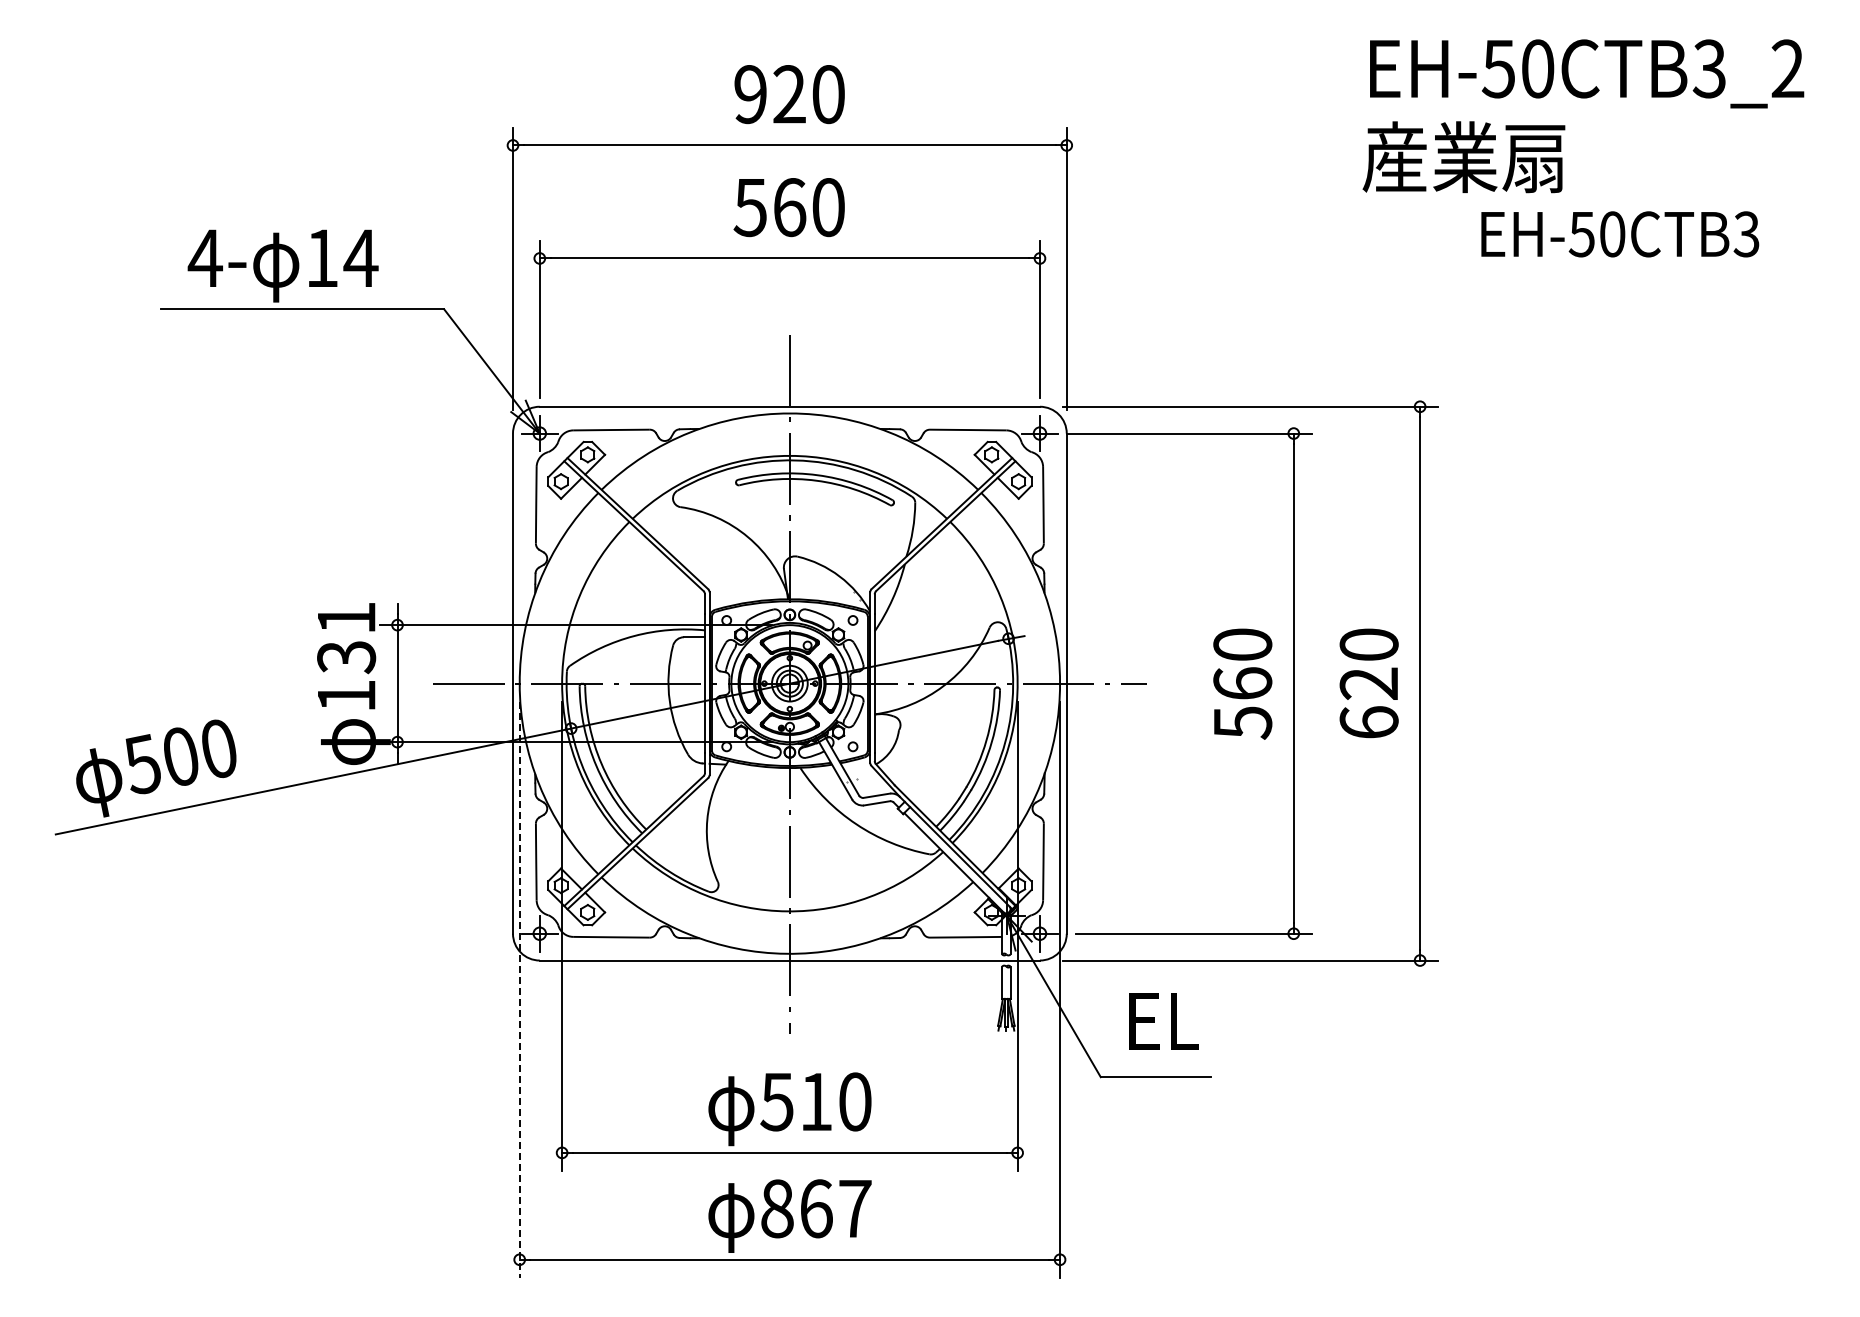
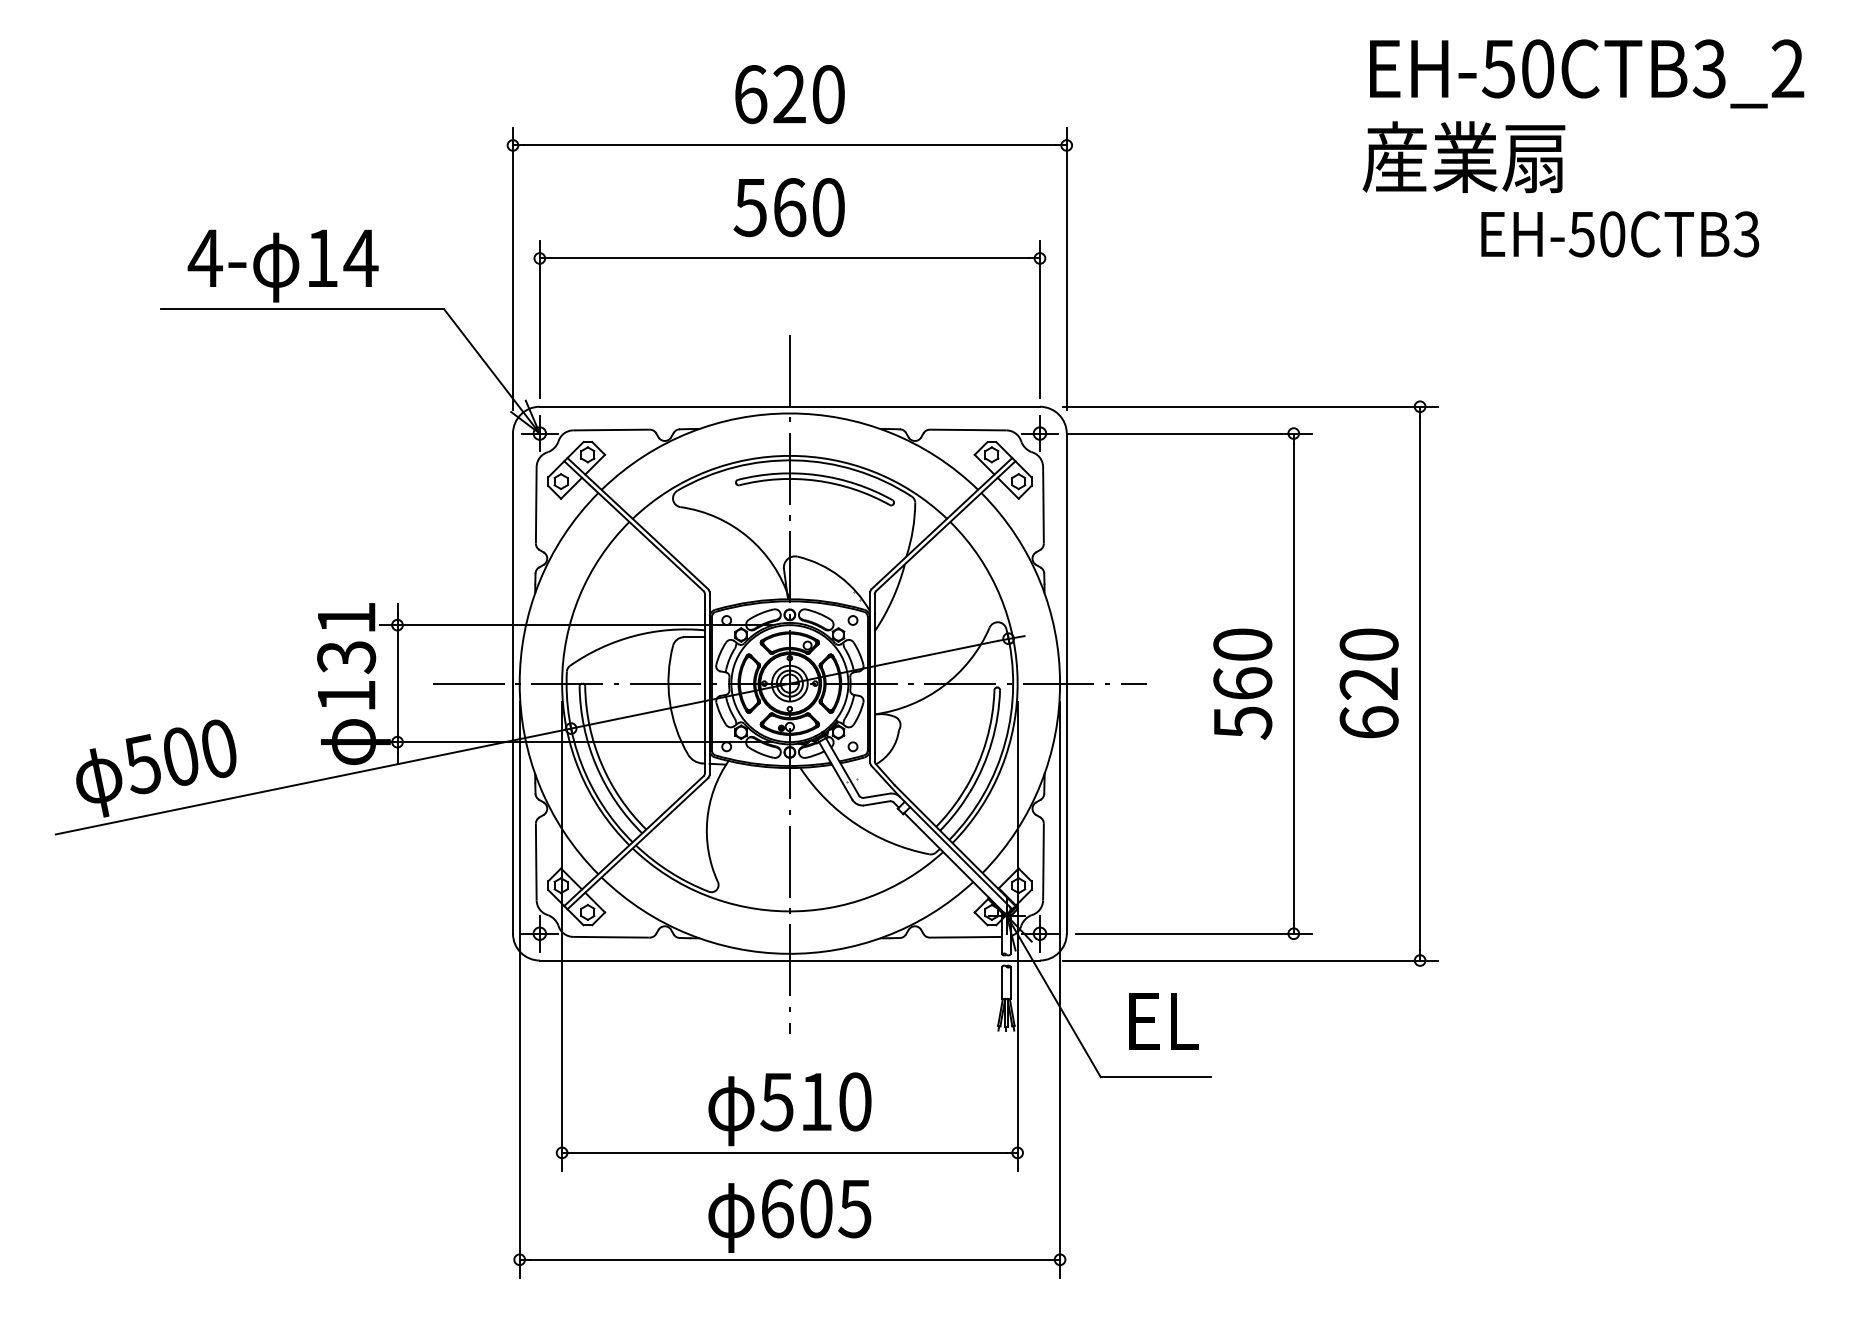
text at (750, 94): 920 -> 620
line at (519, 990): dashed -> solid
text at (816, 1208): 867 -> 605
